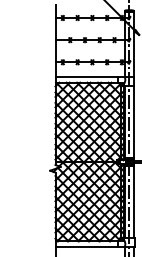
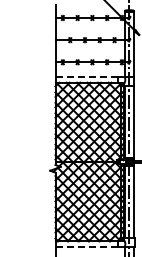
line at (86, 77): solid -> dashed
line at (86, 246): solid -> dashed
